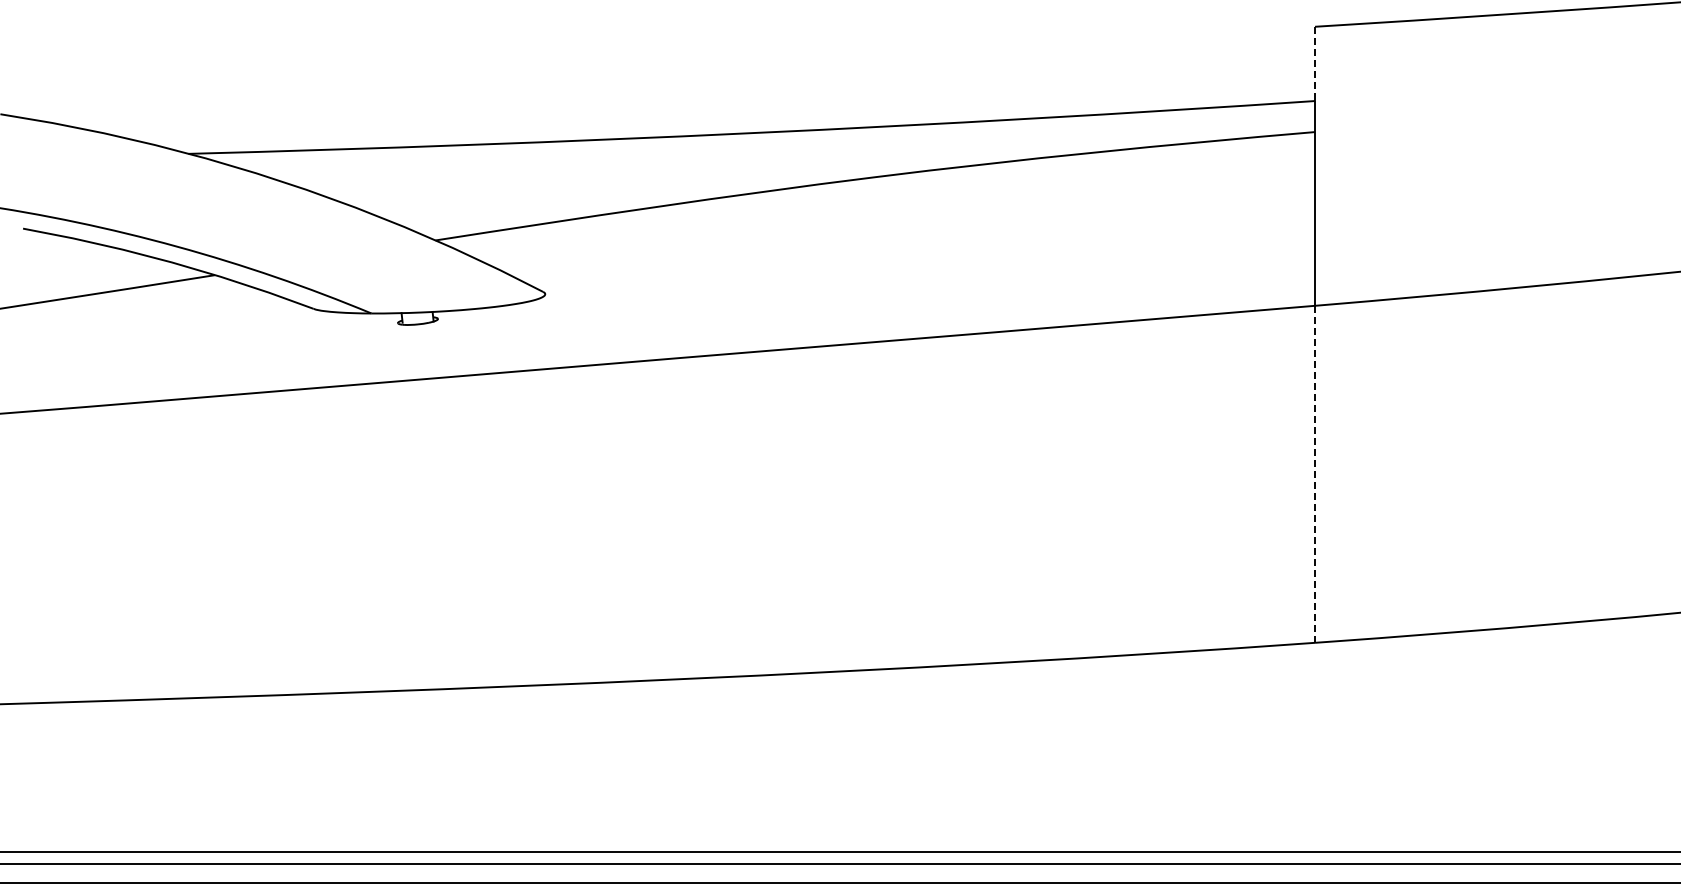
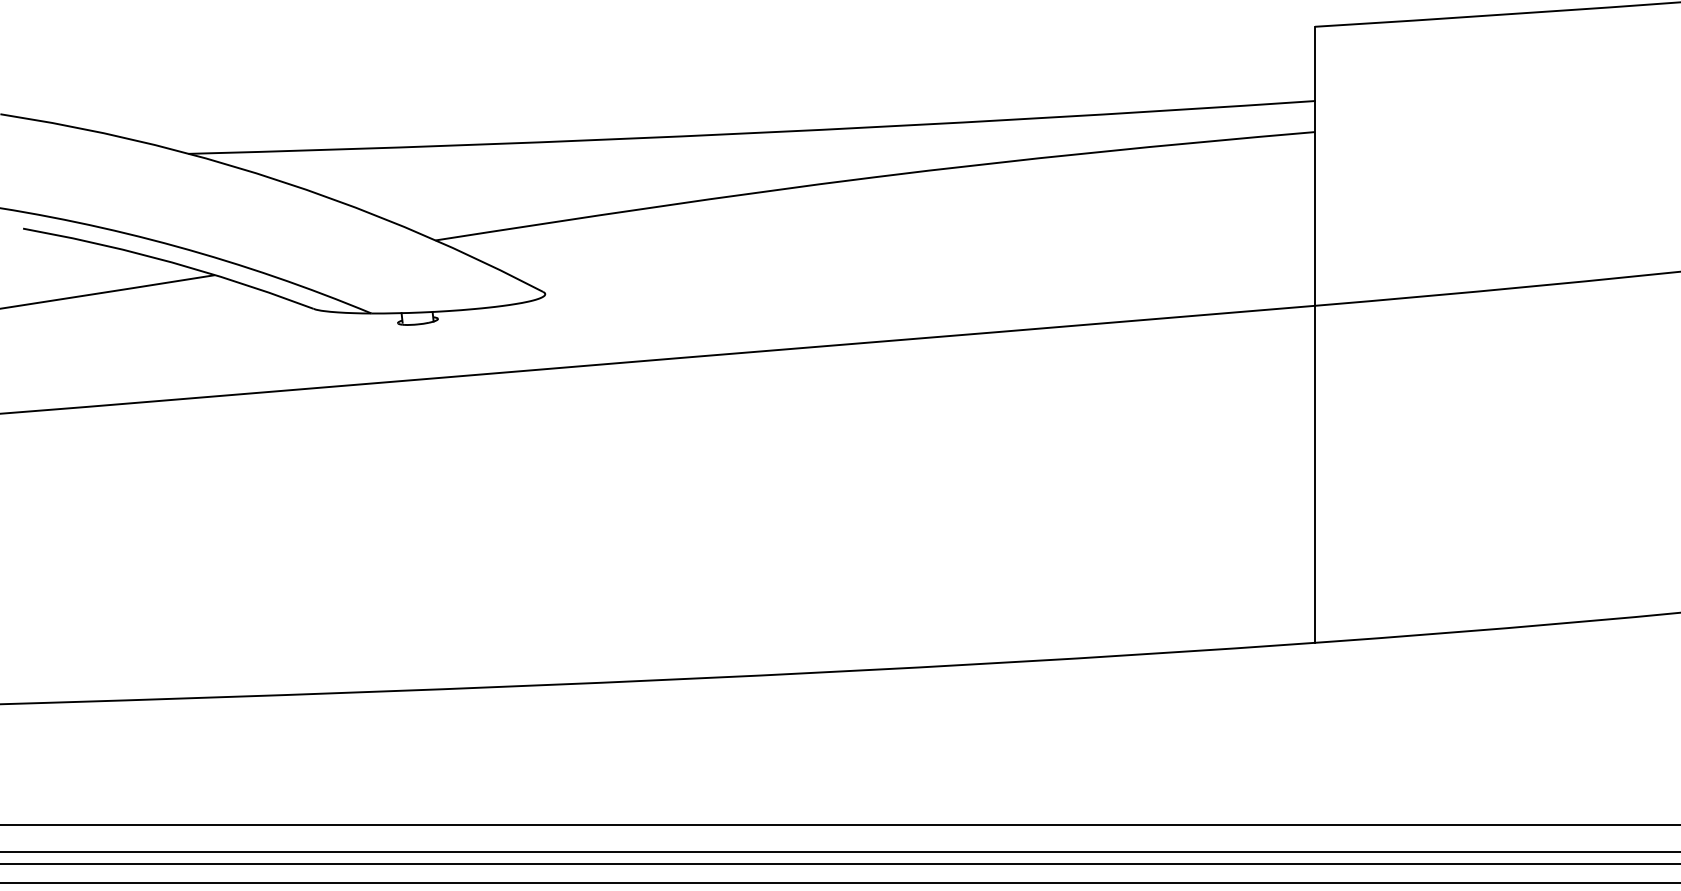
line at (1315, 64): dashed -> solid
line at (1315, 474): dashed -> solid
line at (839, 825): none -> present
